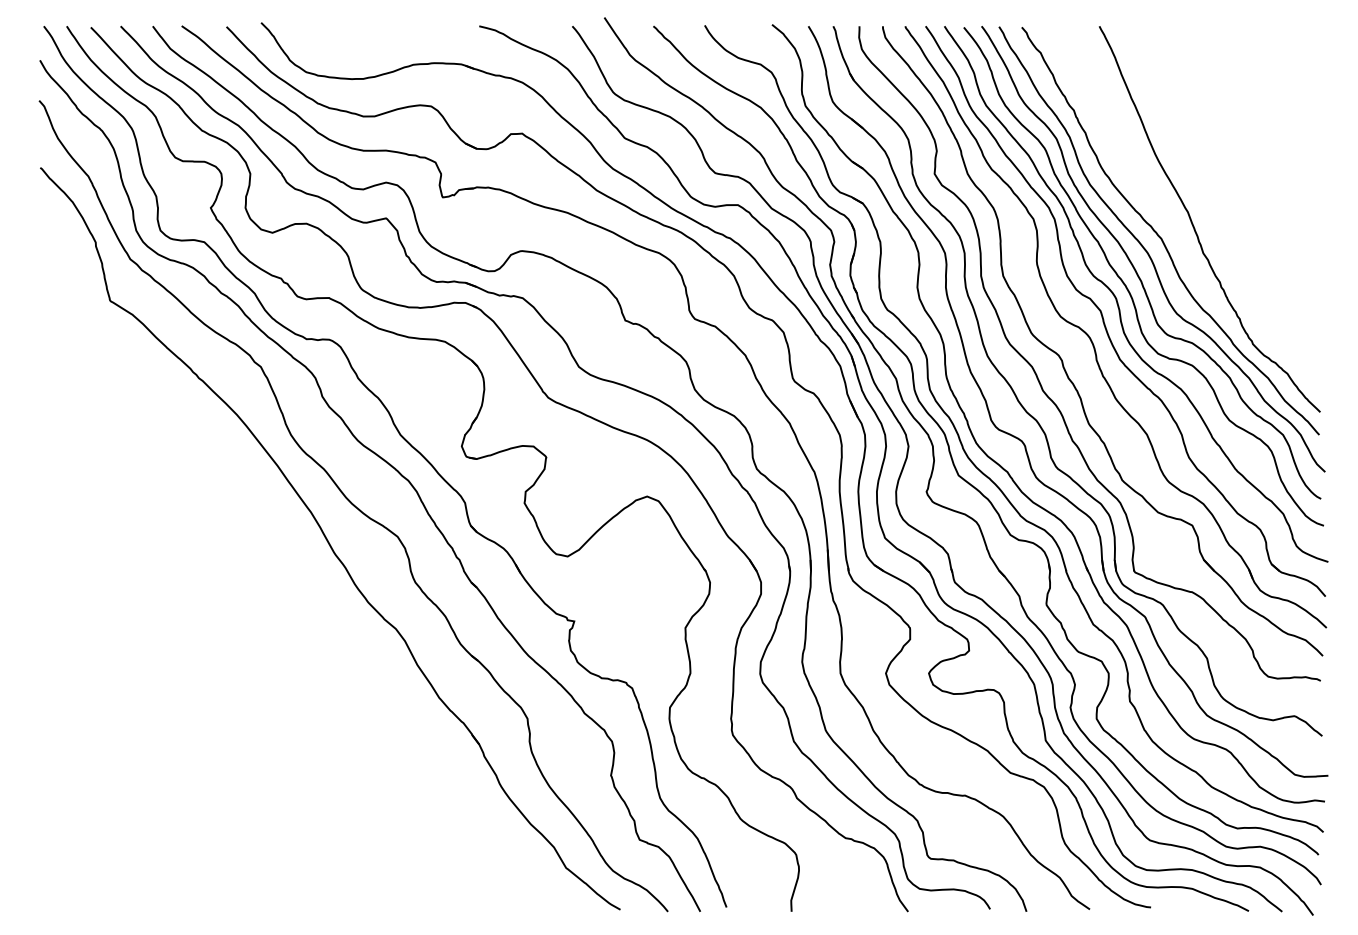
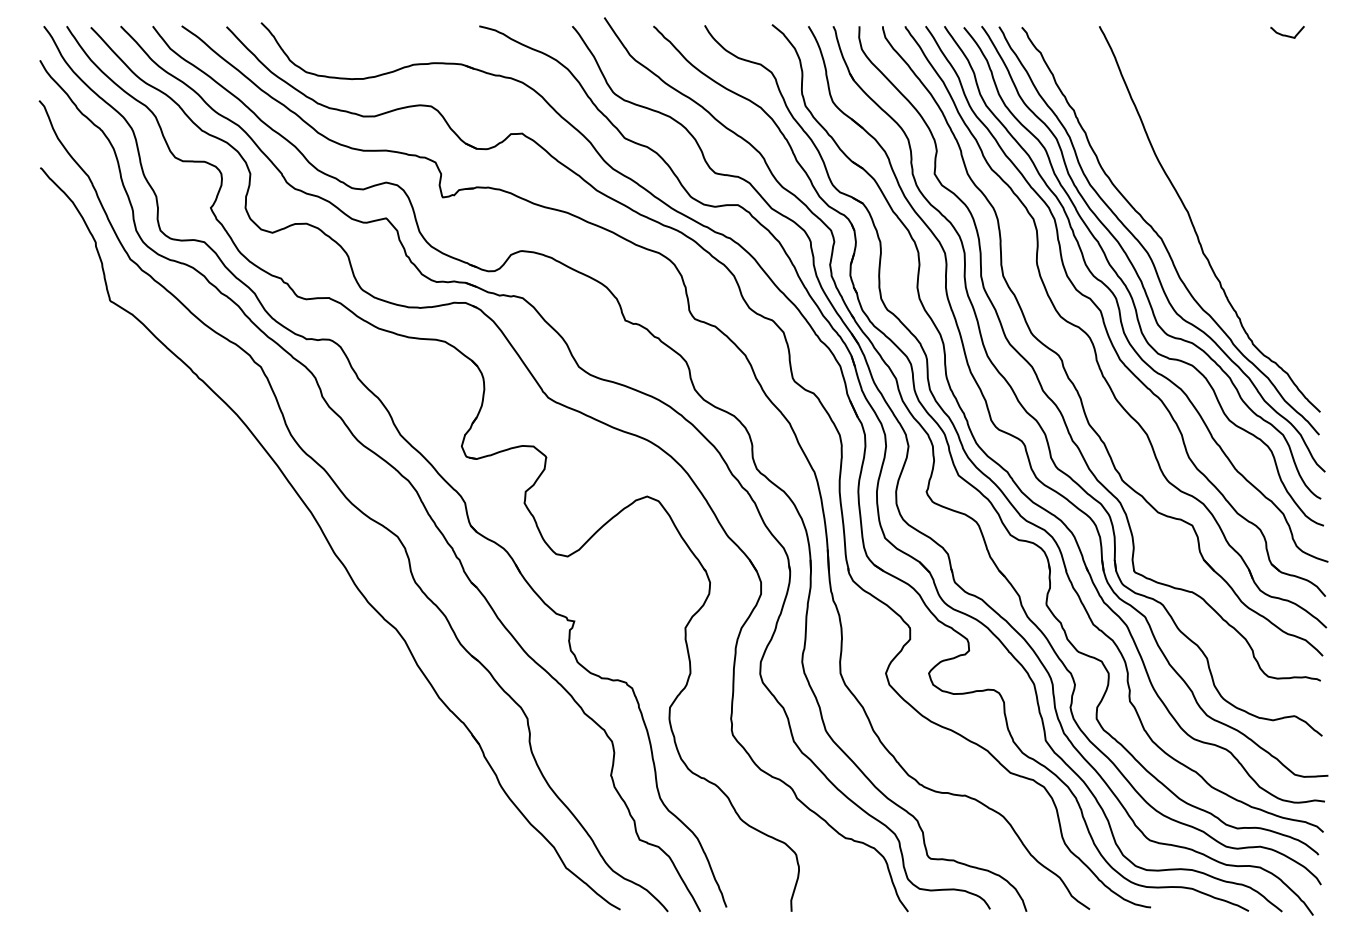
curve at (1285, 34): none -> present
